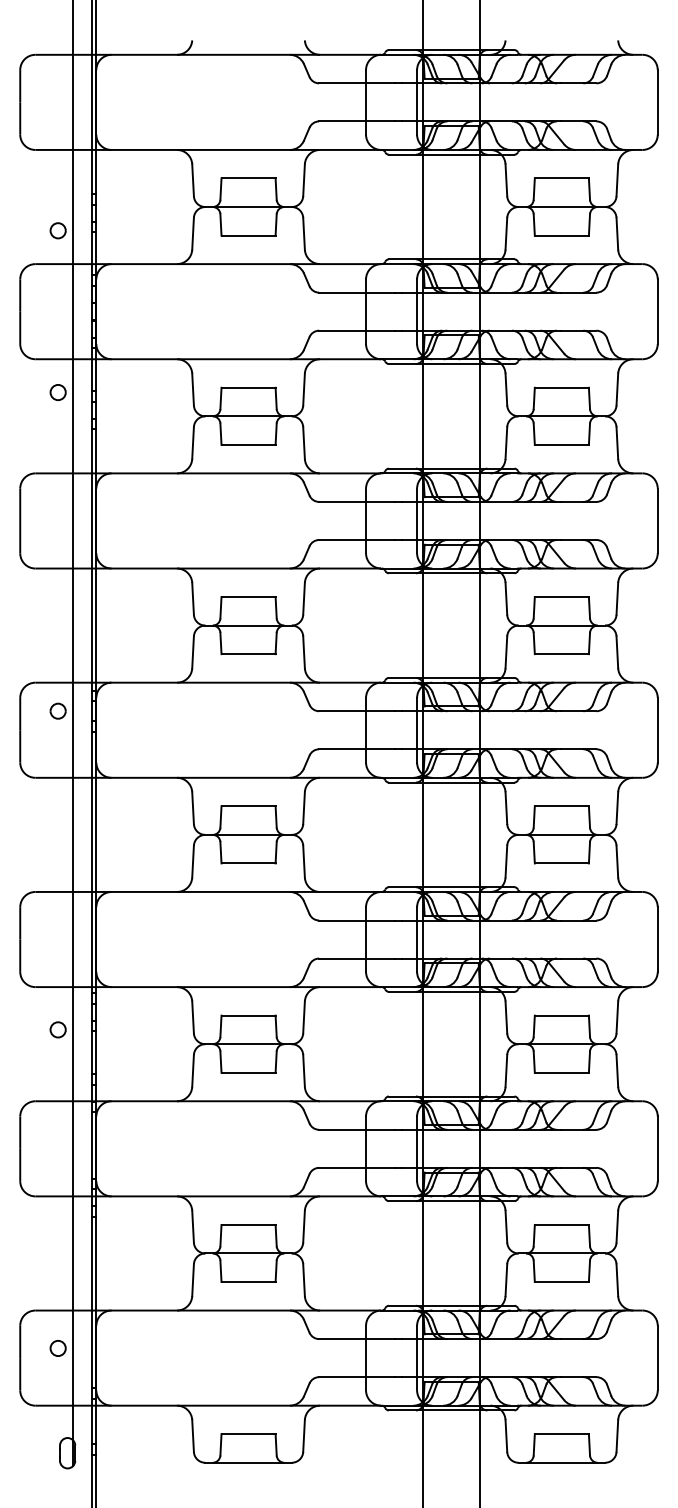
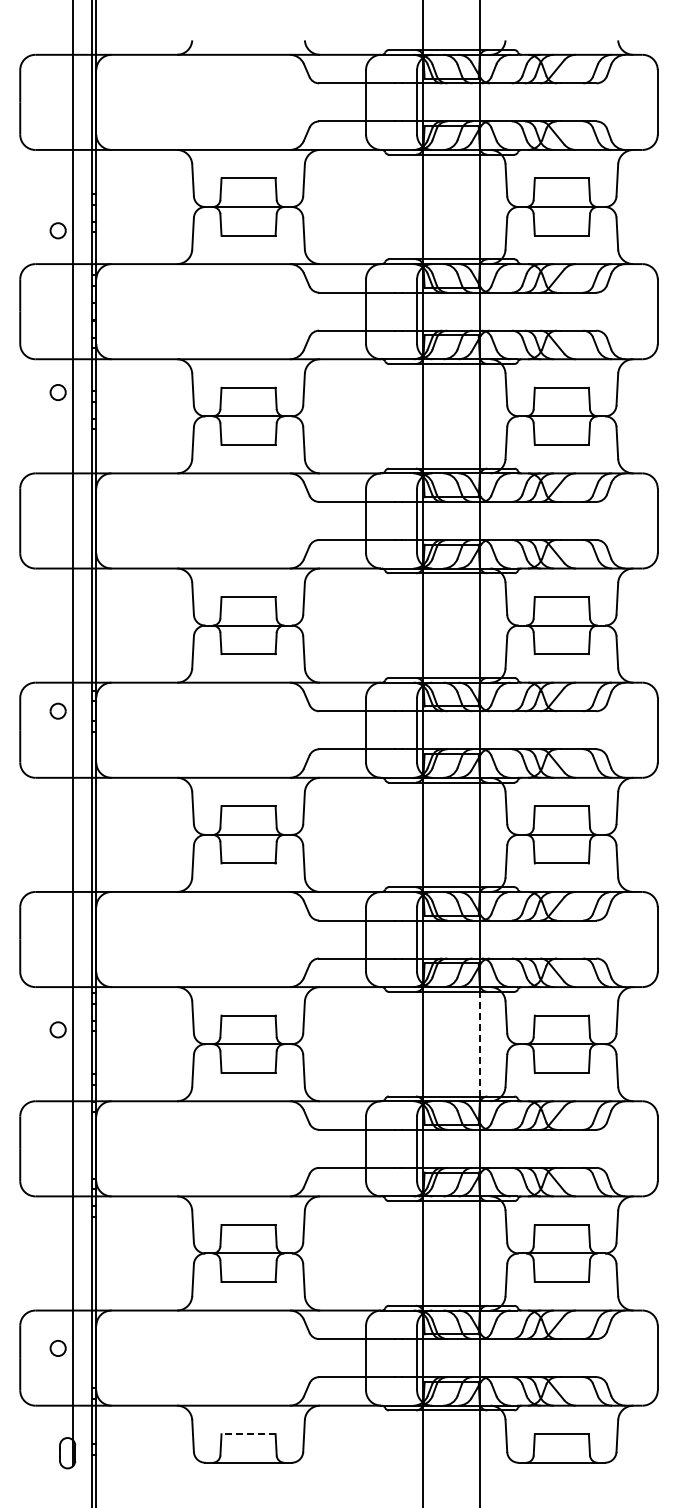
line at (480, 1043): solid -> dashed
line at (248, 1434): solid -> dashed
